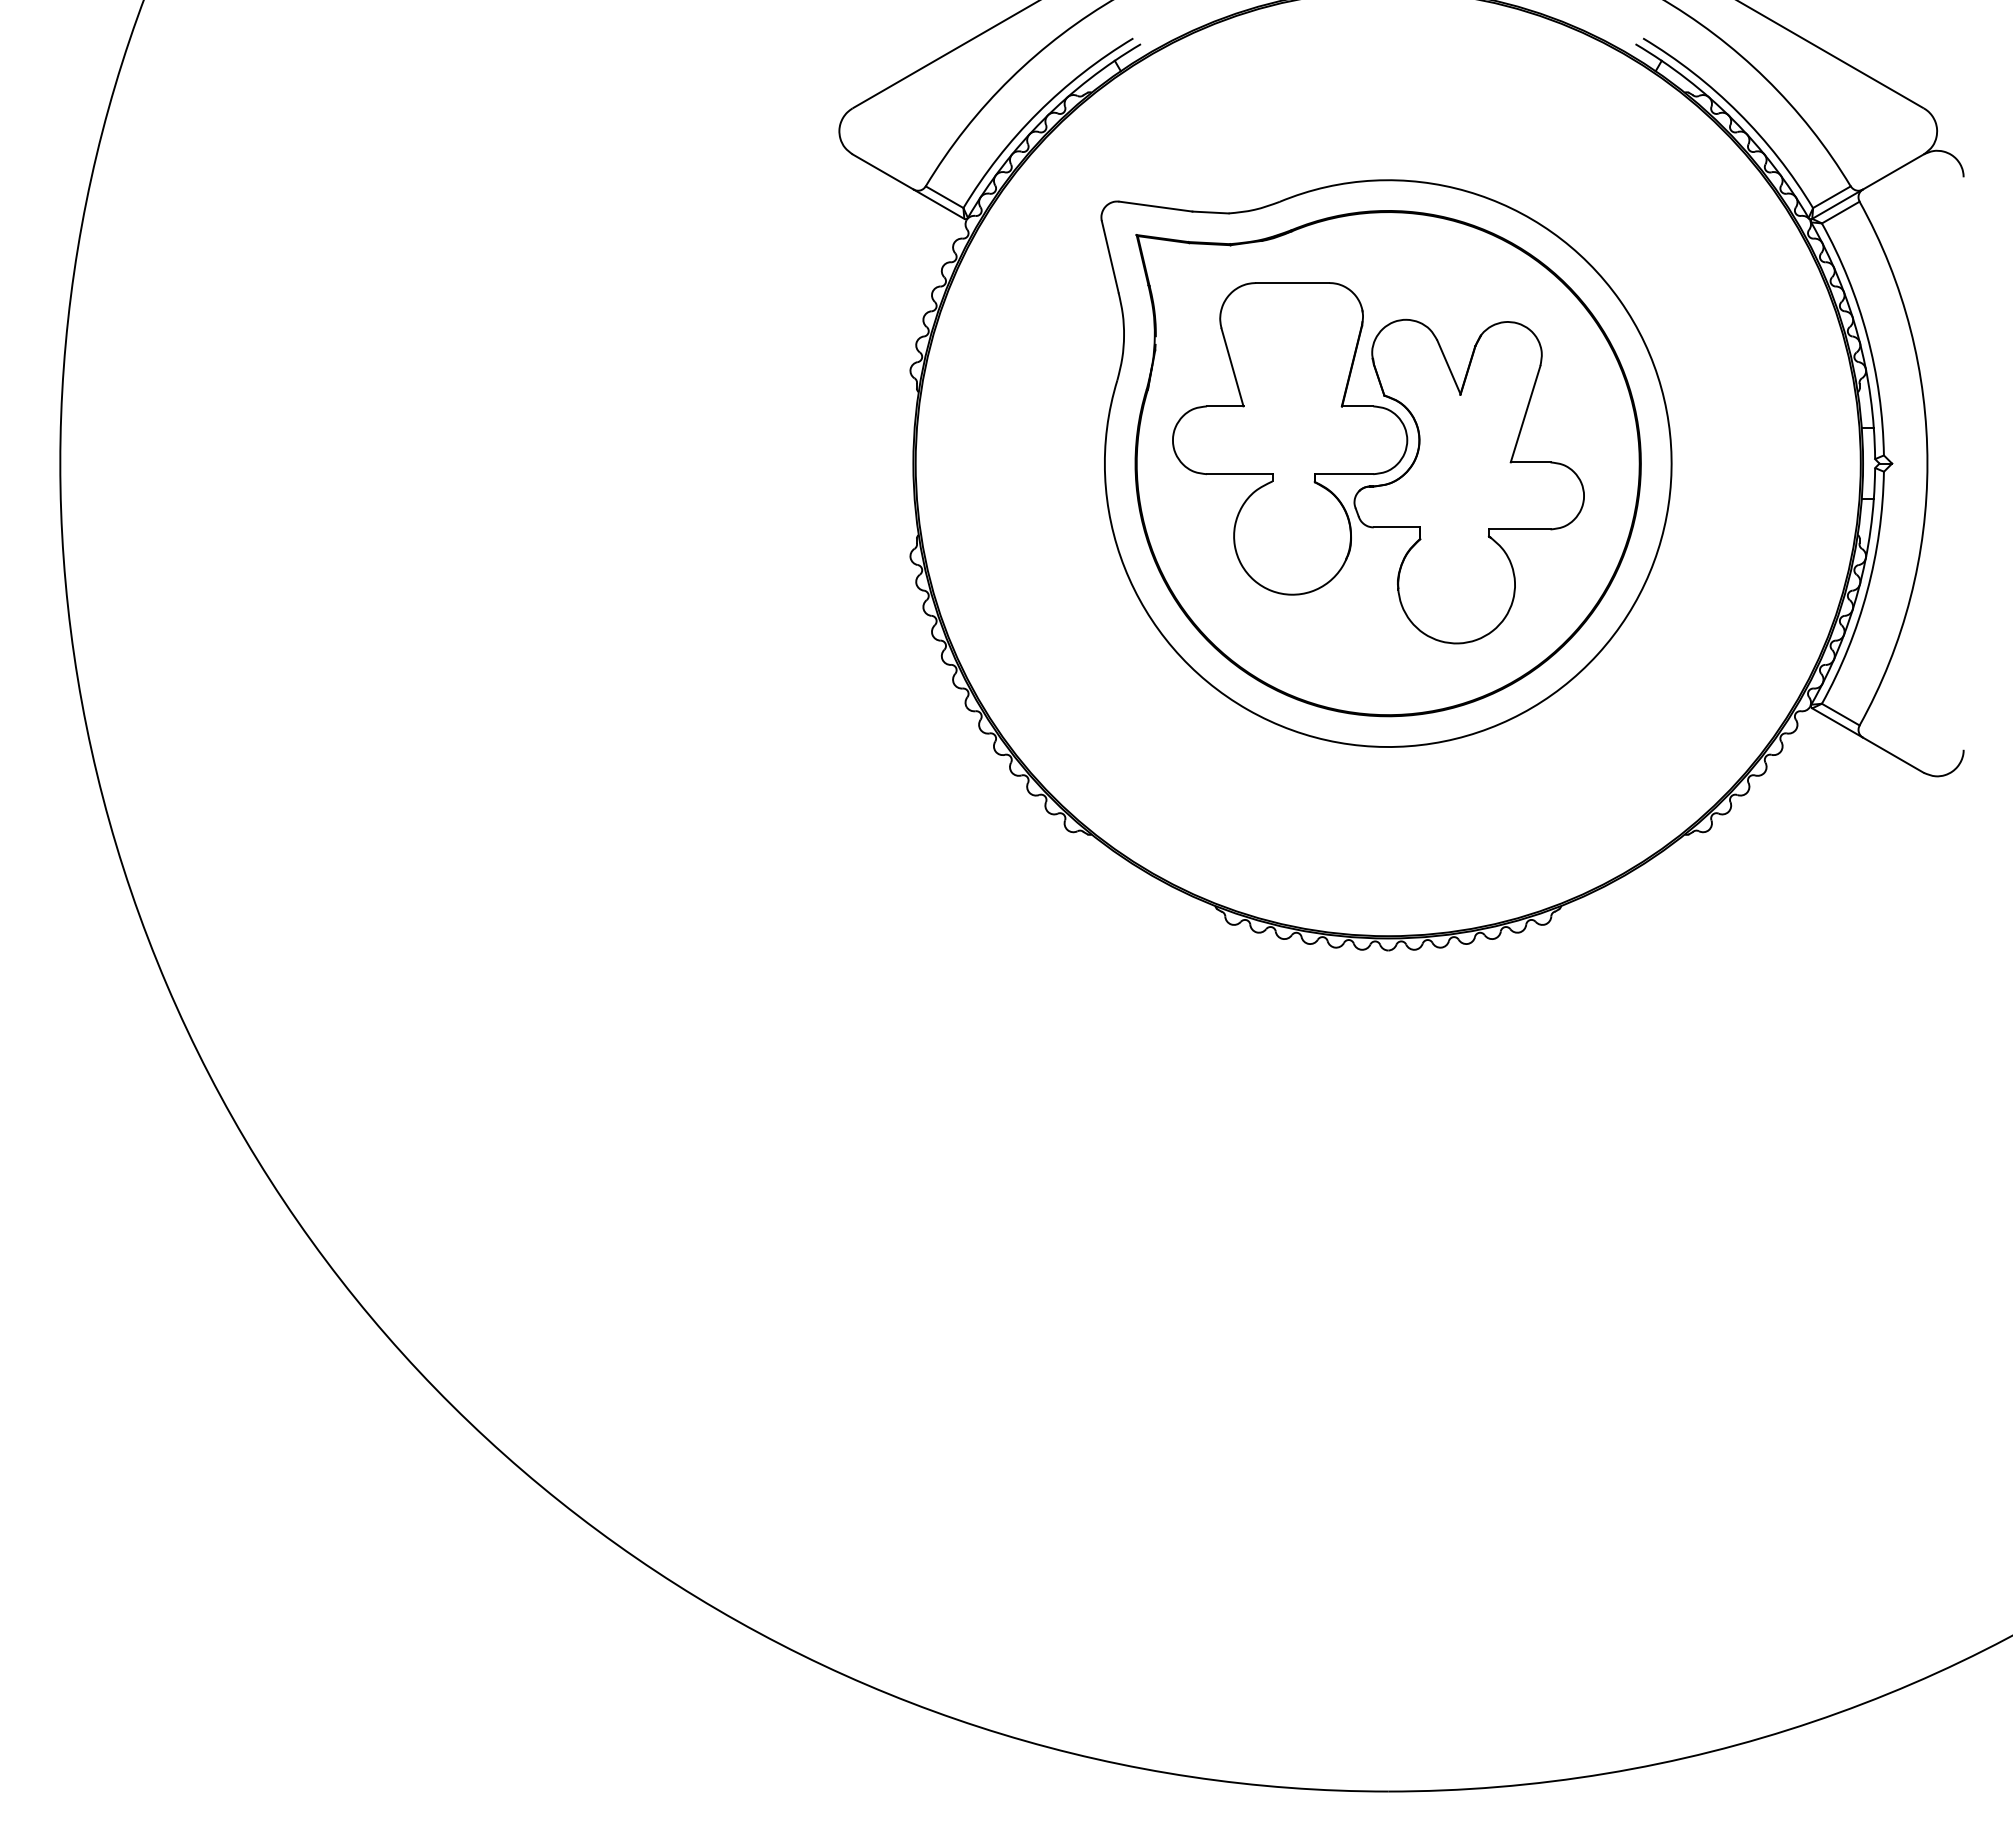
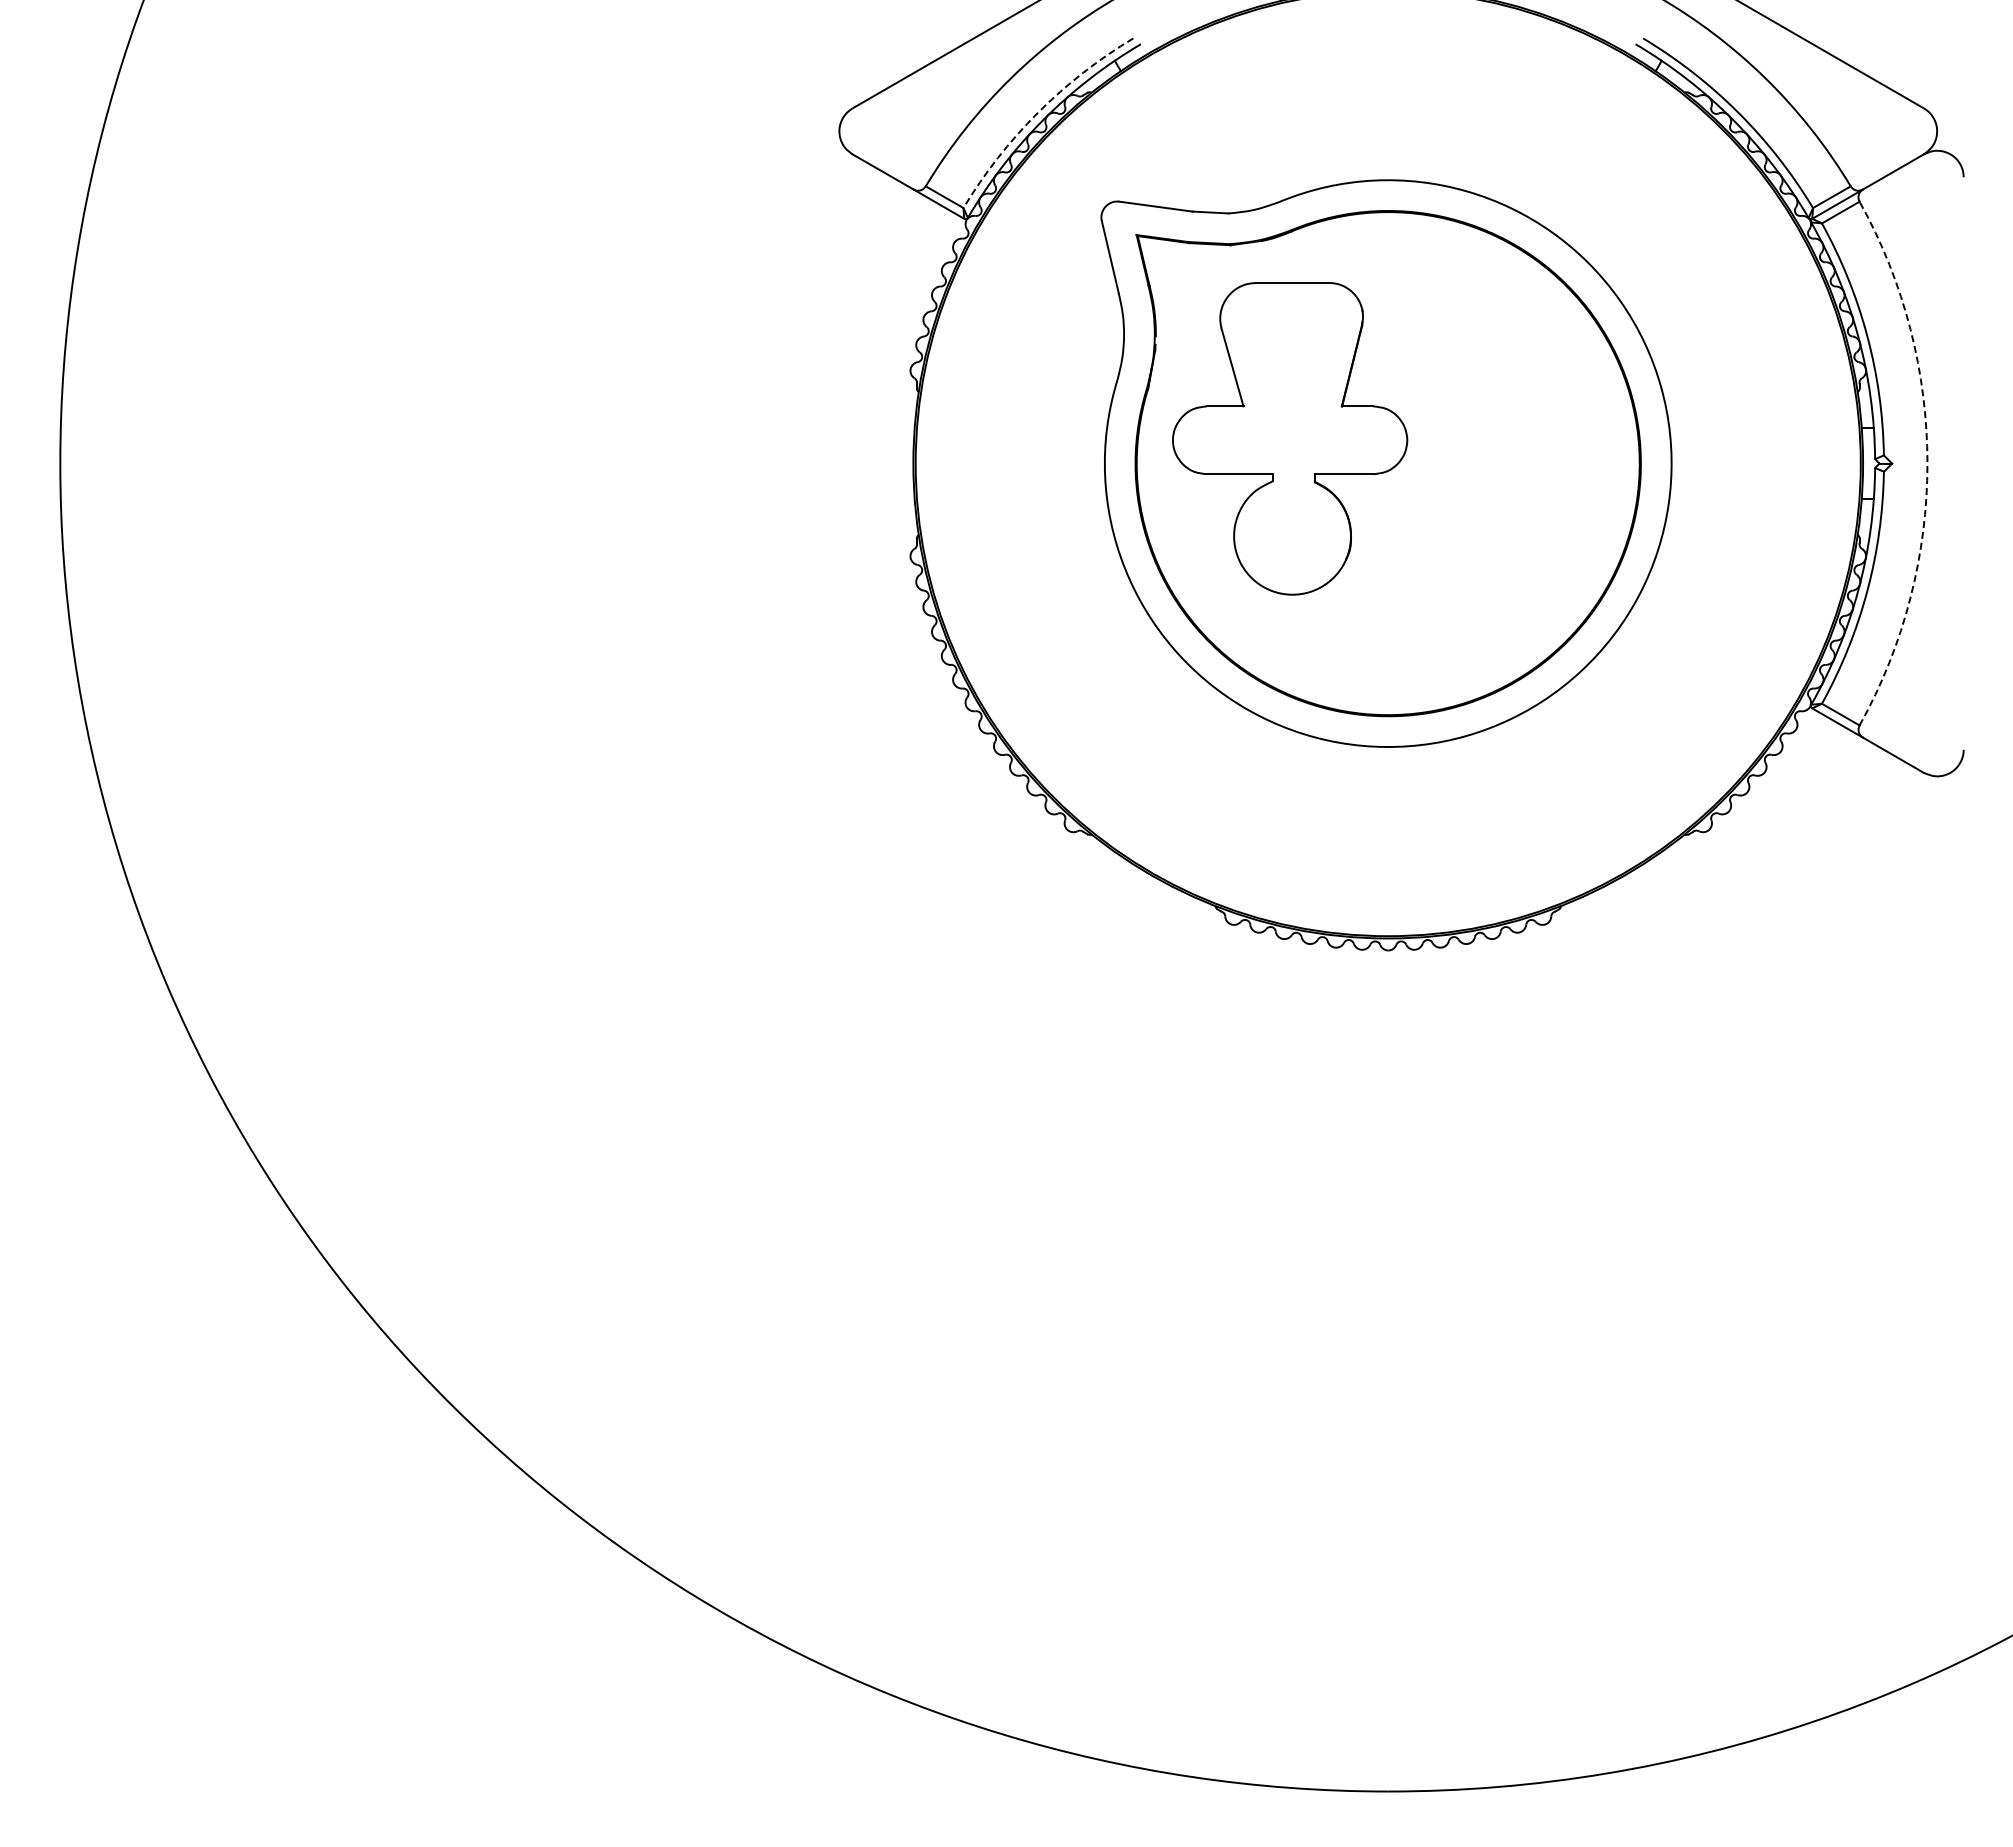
arc at (1037, 112): solid -> dashed
arc at (1927, 463): solid -> dashed
part at (1468, 481): present -> none
